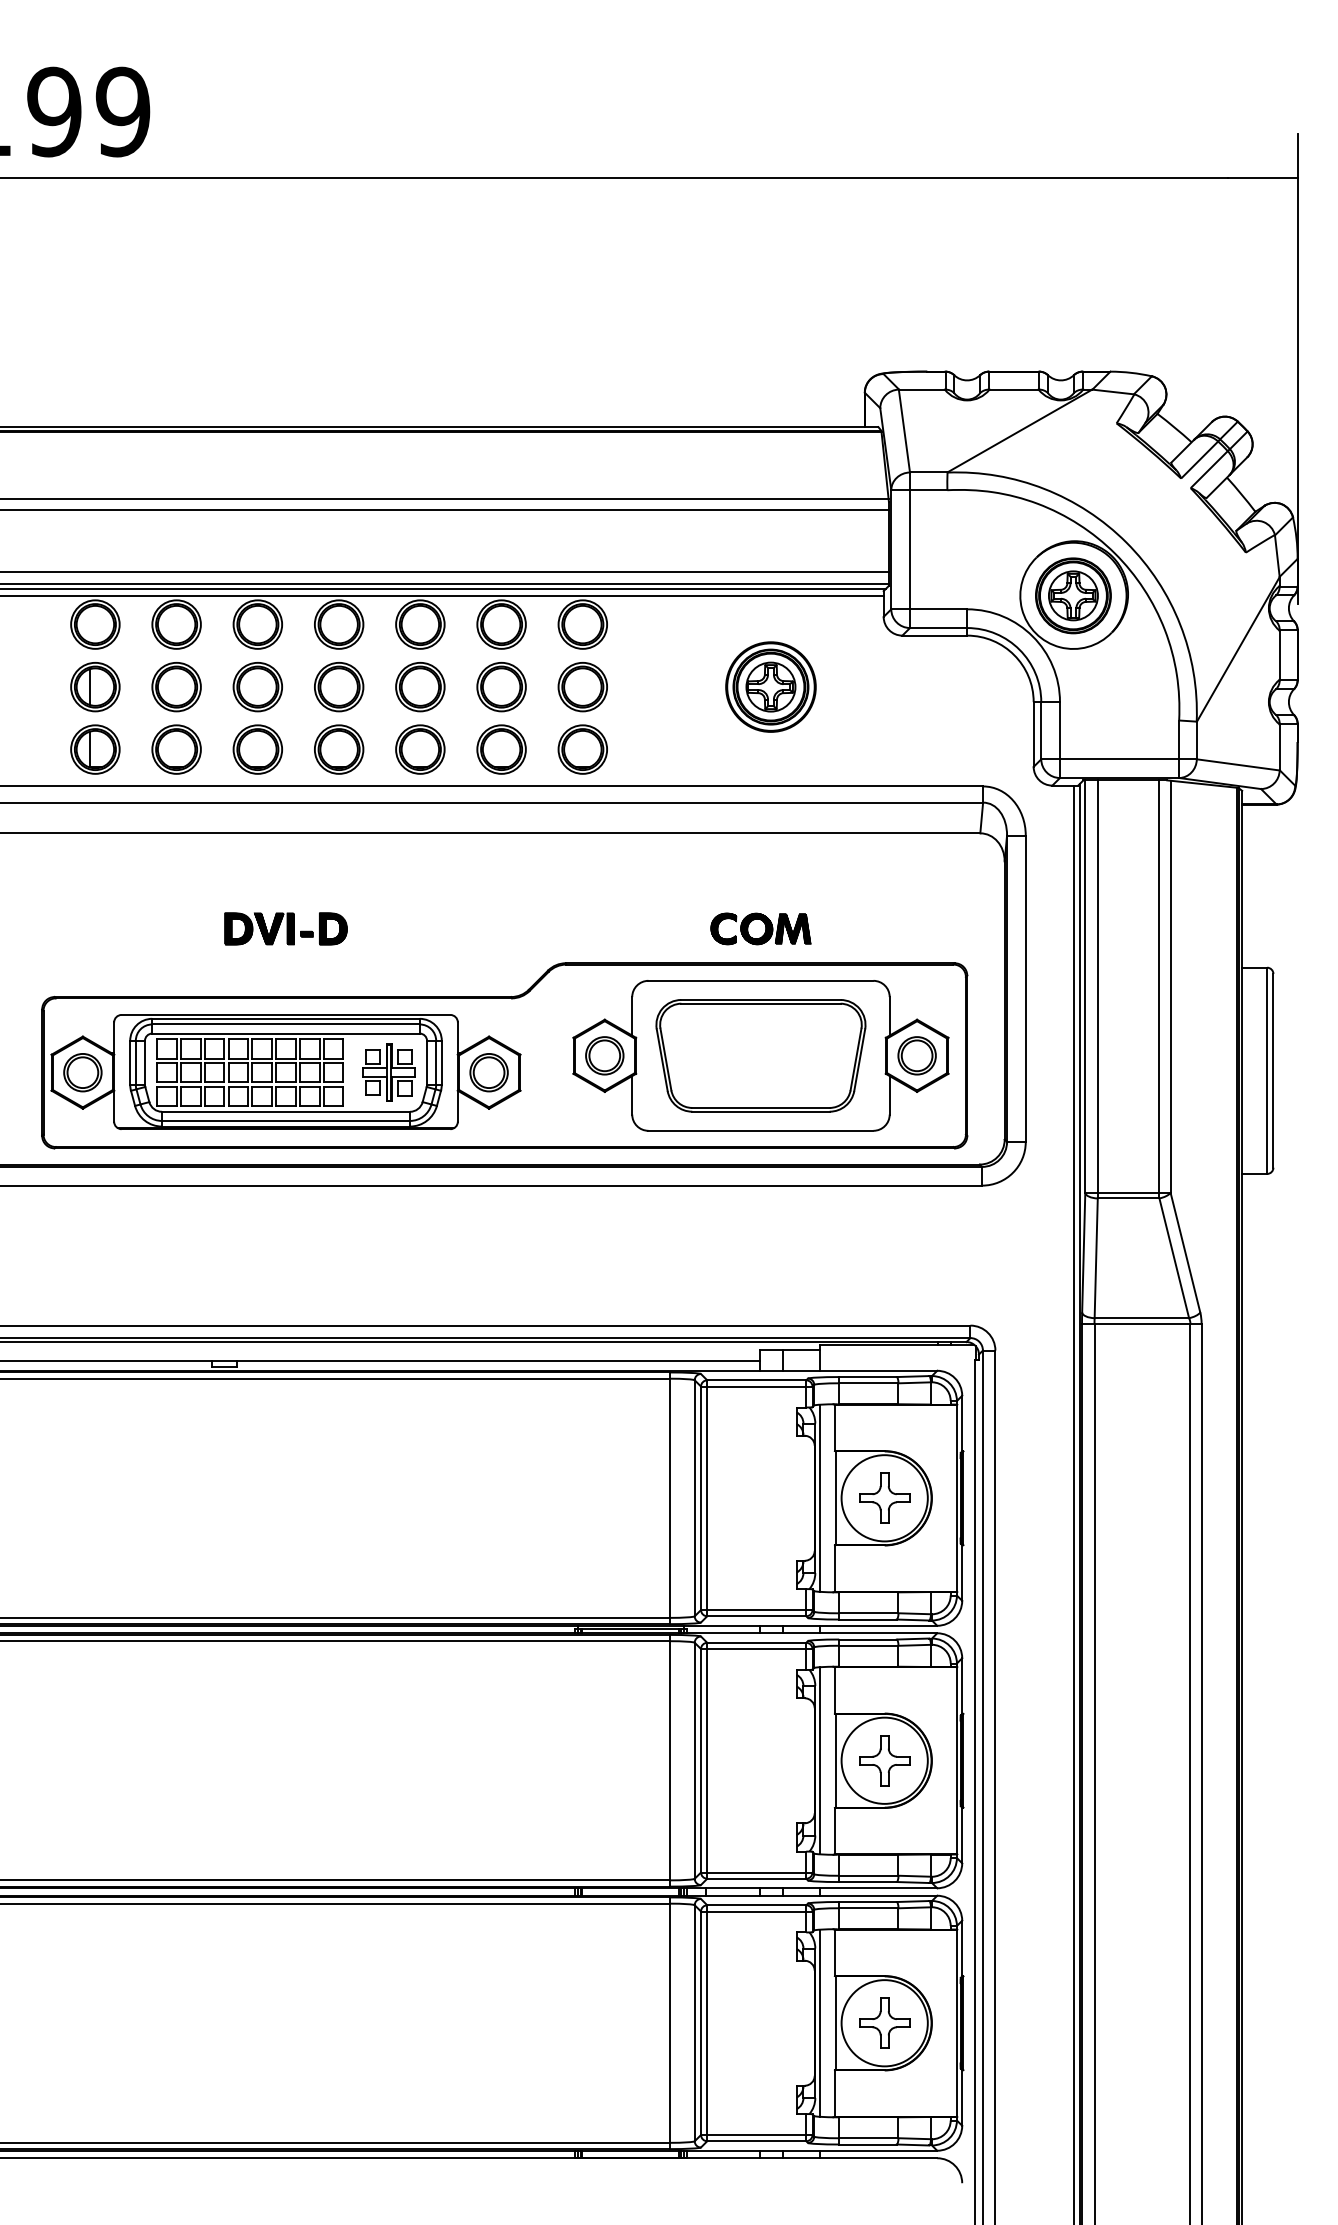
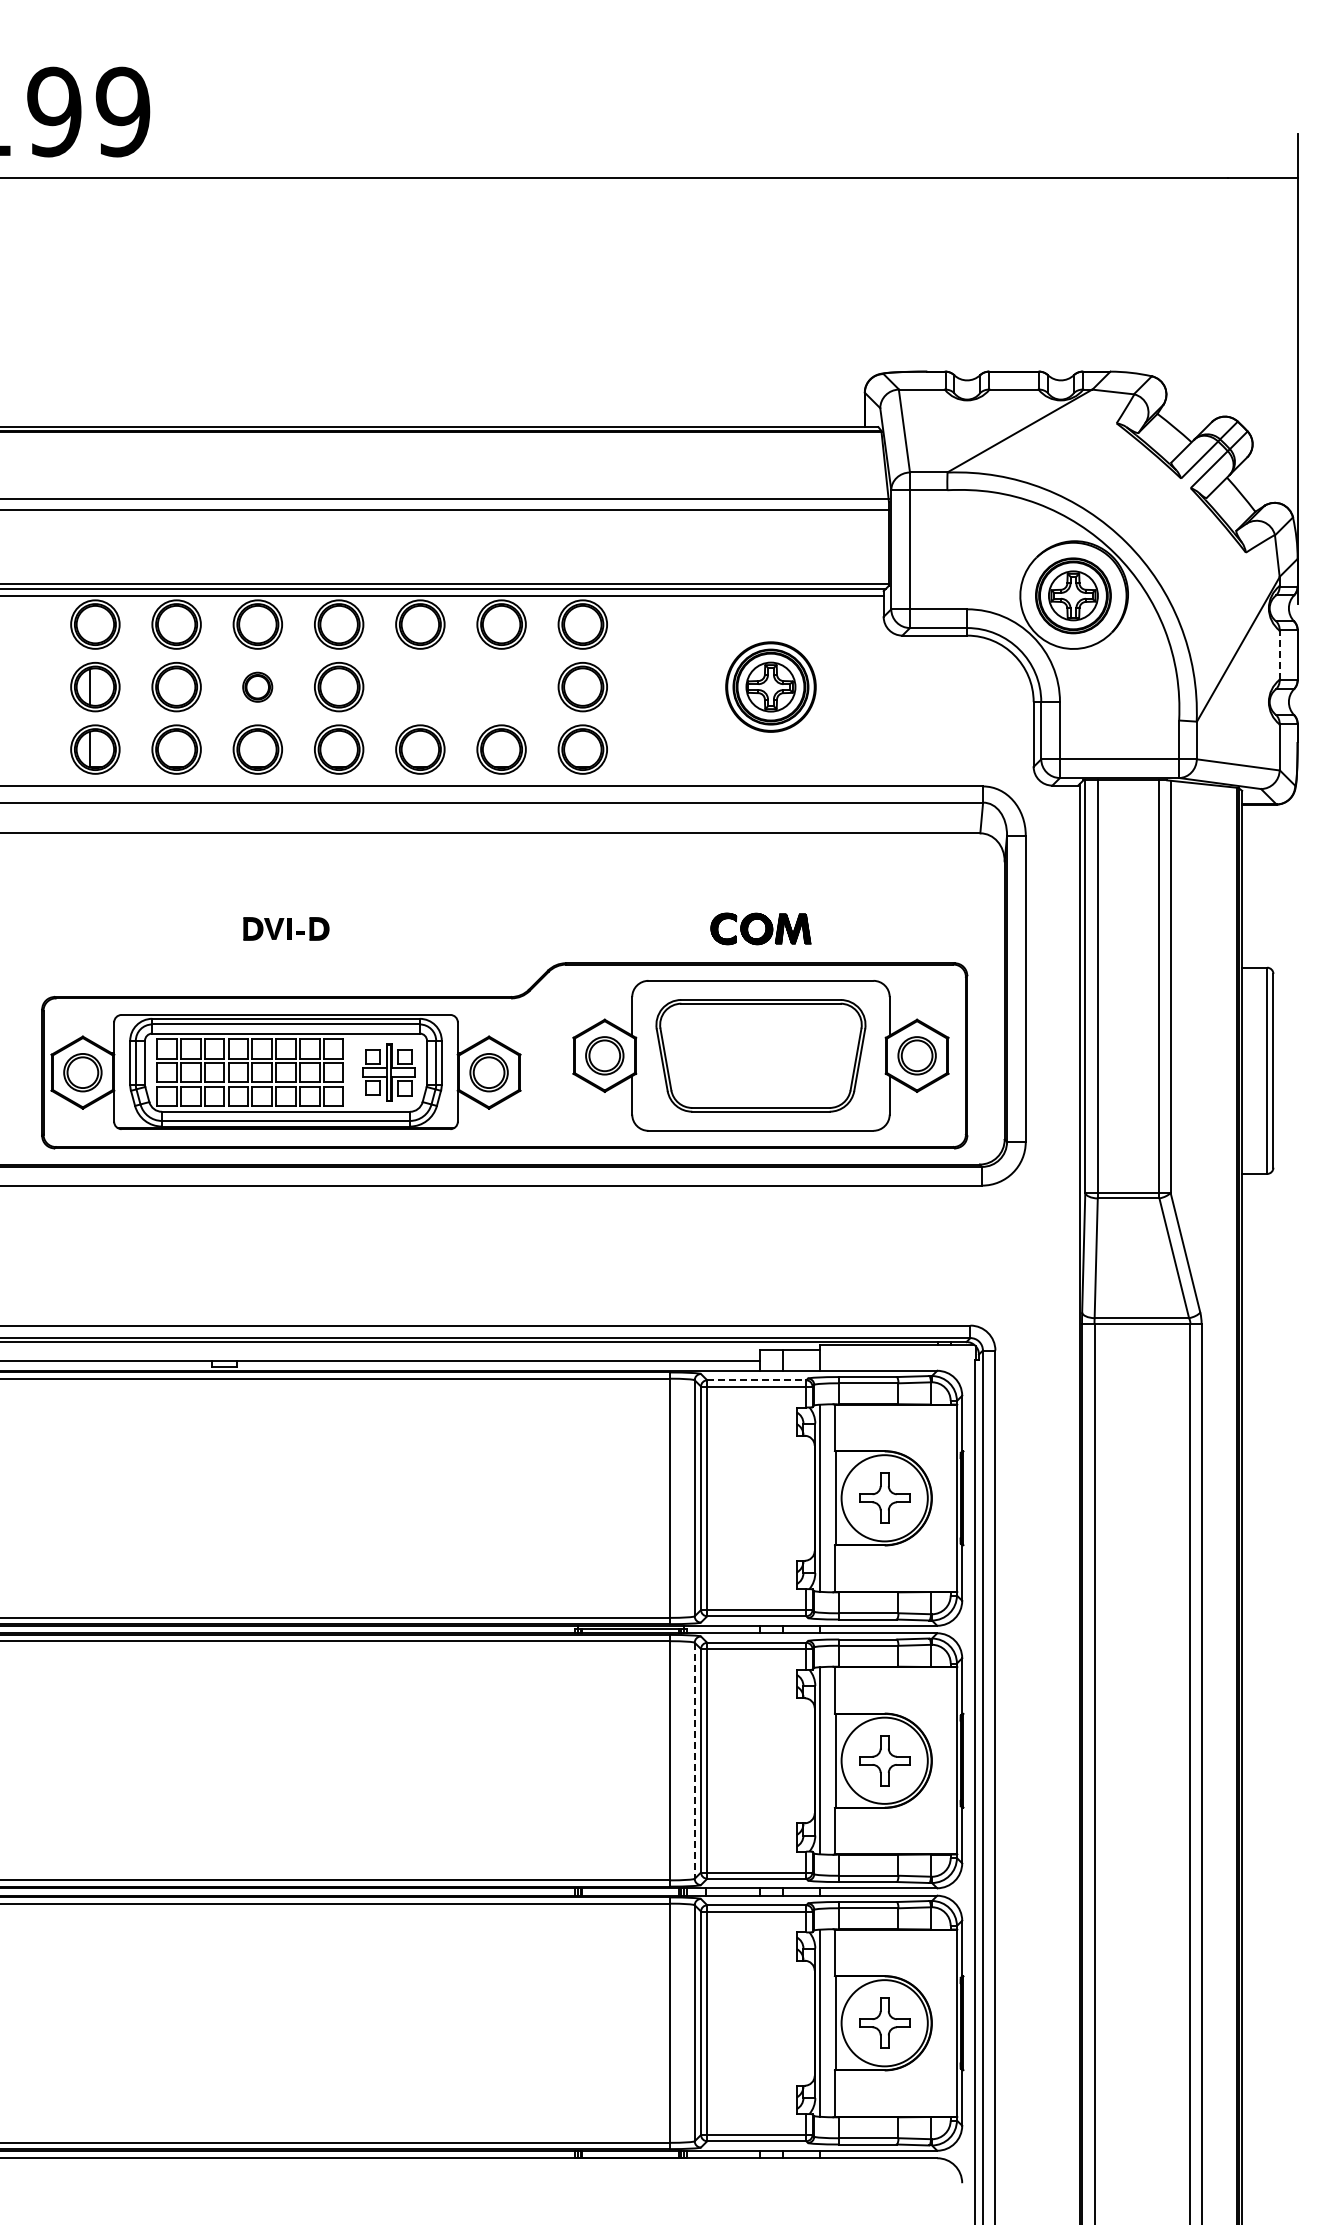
line at (445, 571): present -> none
line at (1279, 655): solid -> dashed
part at (257, 687) size: 51x51 px -> 32x32 px
part at (420, 687): present -> none
part at (501, 687): present -> none
part at (285, 928) size: 124x34 px -> 87x24 px
line at (756, 1380): solid -> dashed
line at (1073, 1503): present -> none
line at (694, 1761): solid -> dashed
